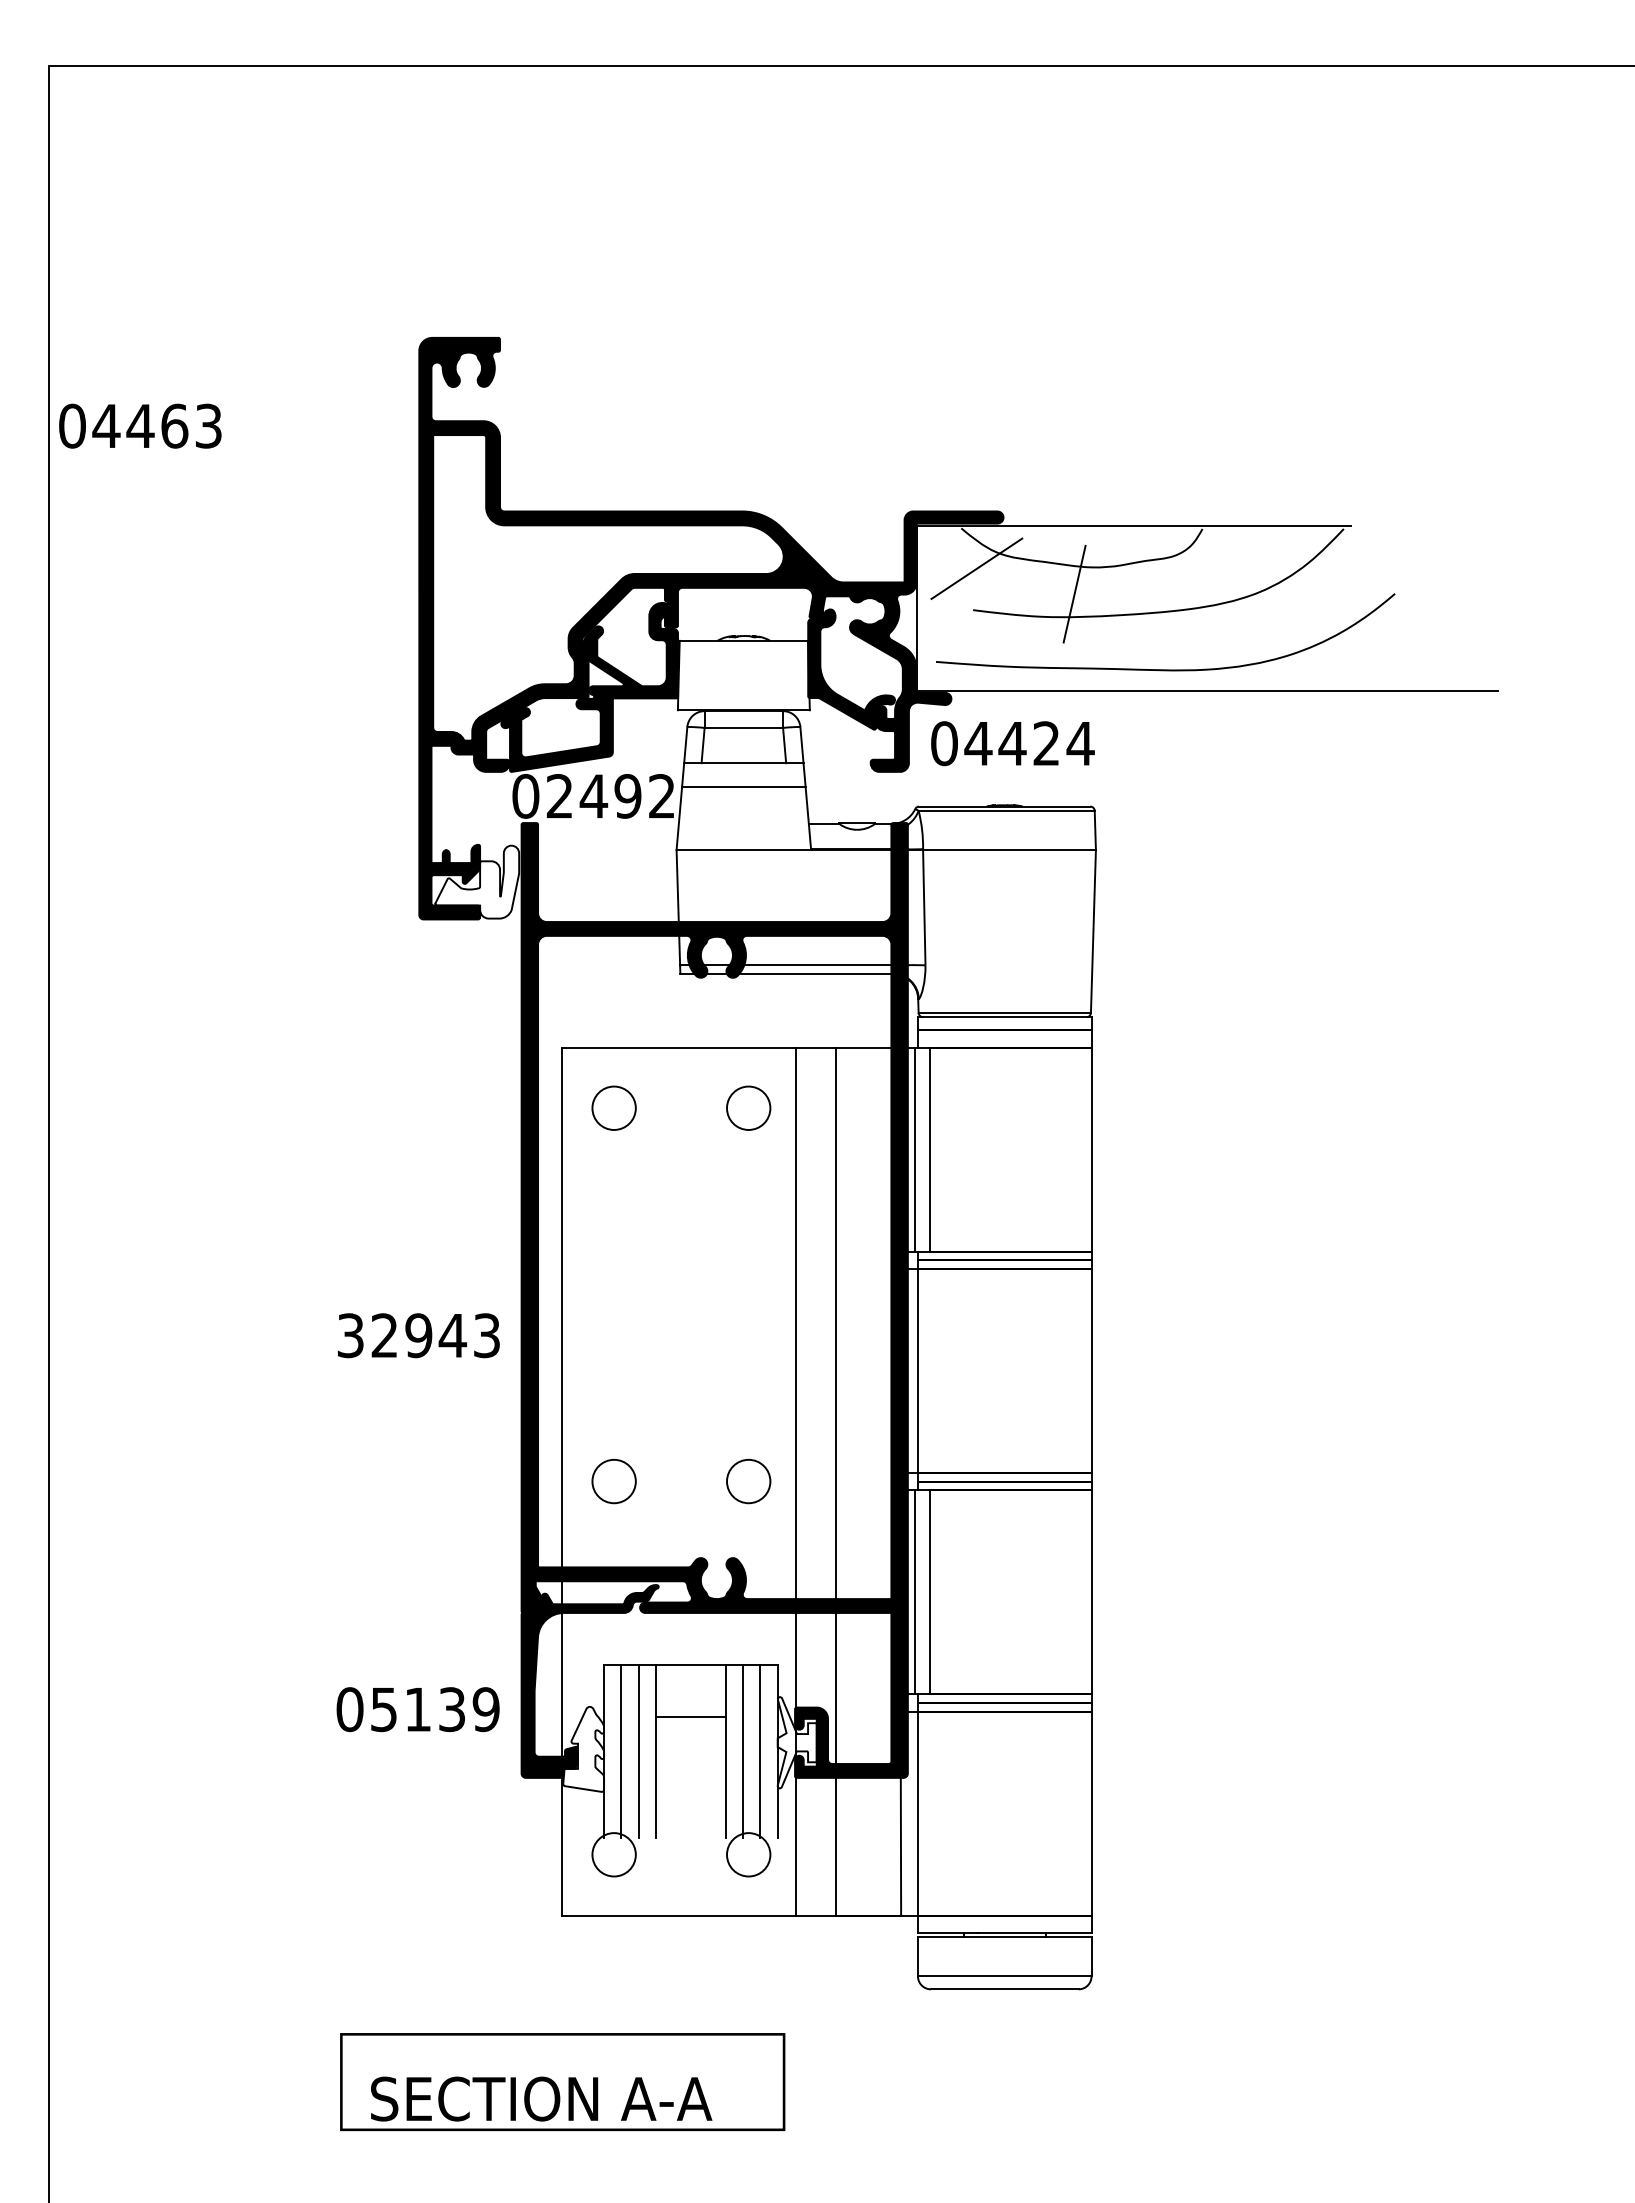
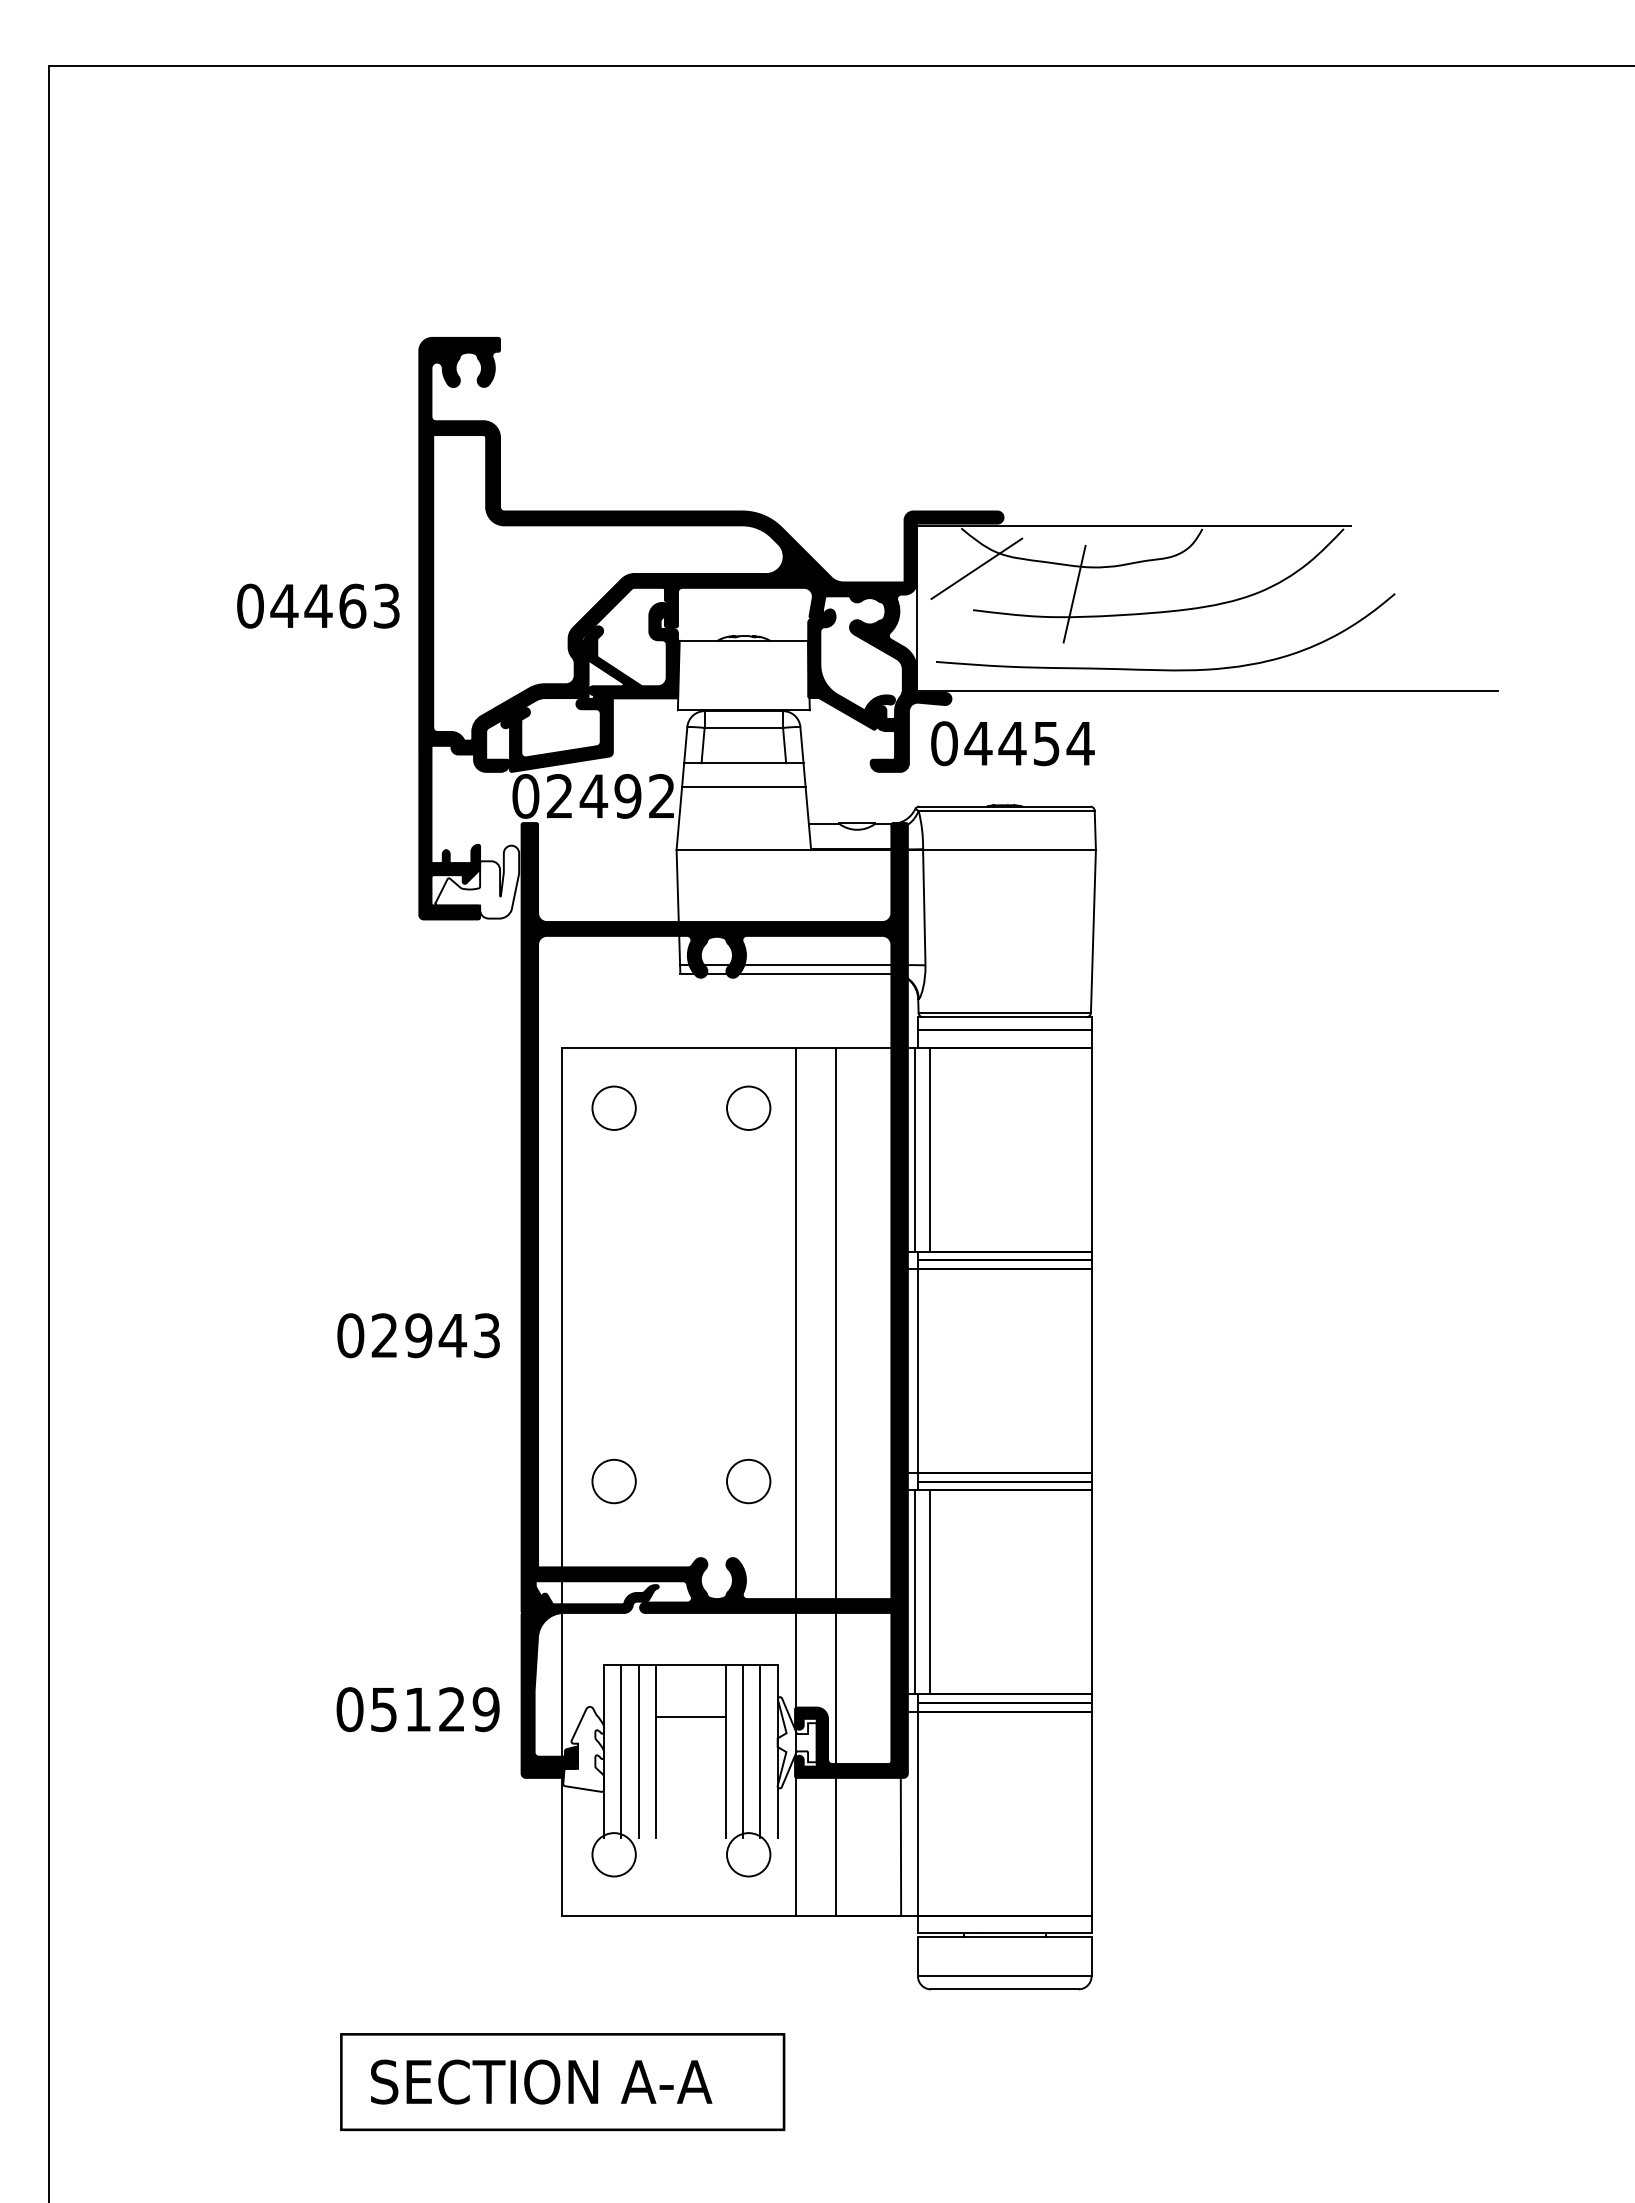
text at (140, 425) position: (140, 425) -> (318, 605)
text at (1046, 743): 04424 -> 04454
text at (350, 1335): 32943 -> 02943
text at (451, 1709): 05139 -> 05129
text at (541, 2098) position: (541, 2098) -> (541, 2081)
